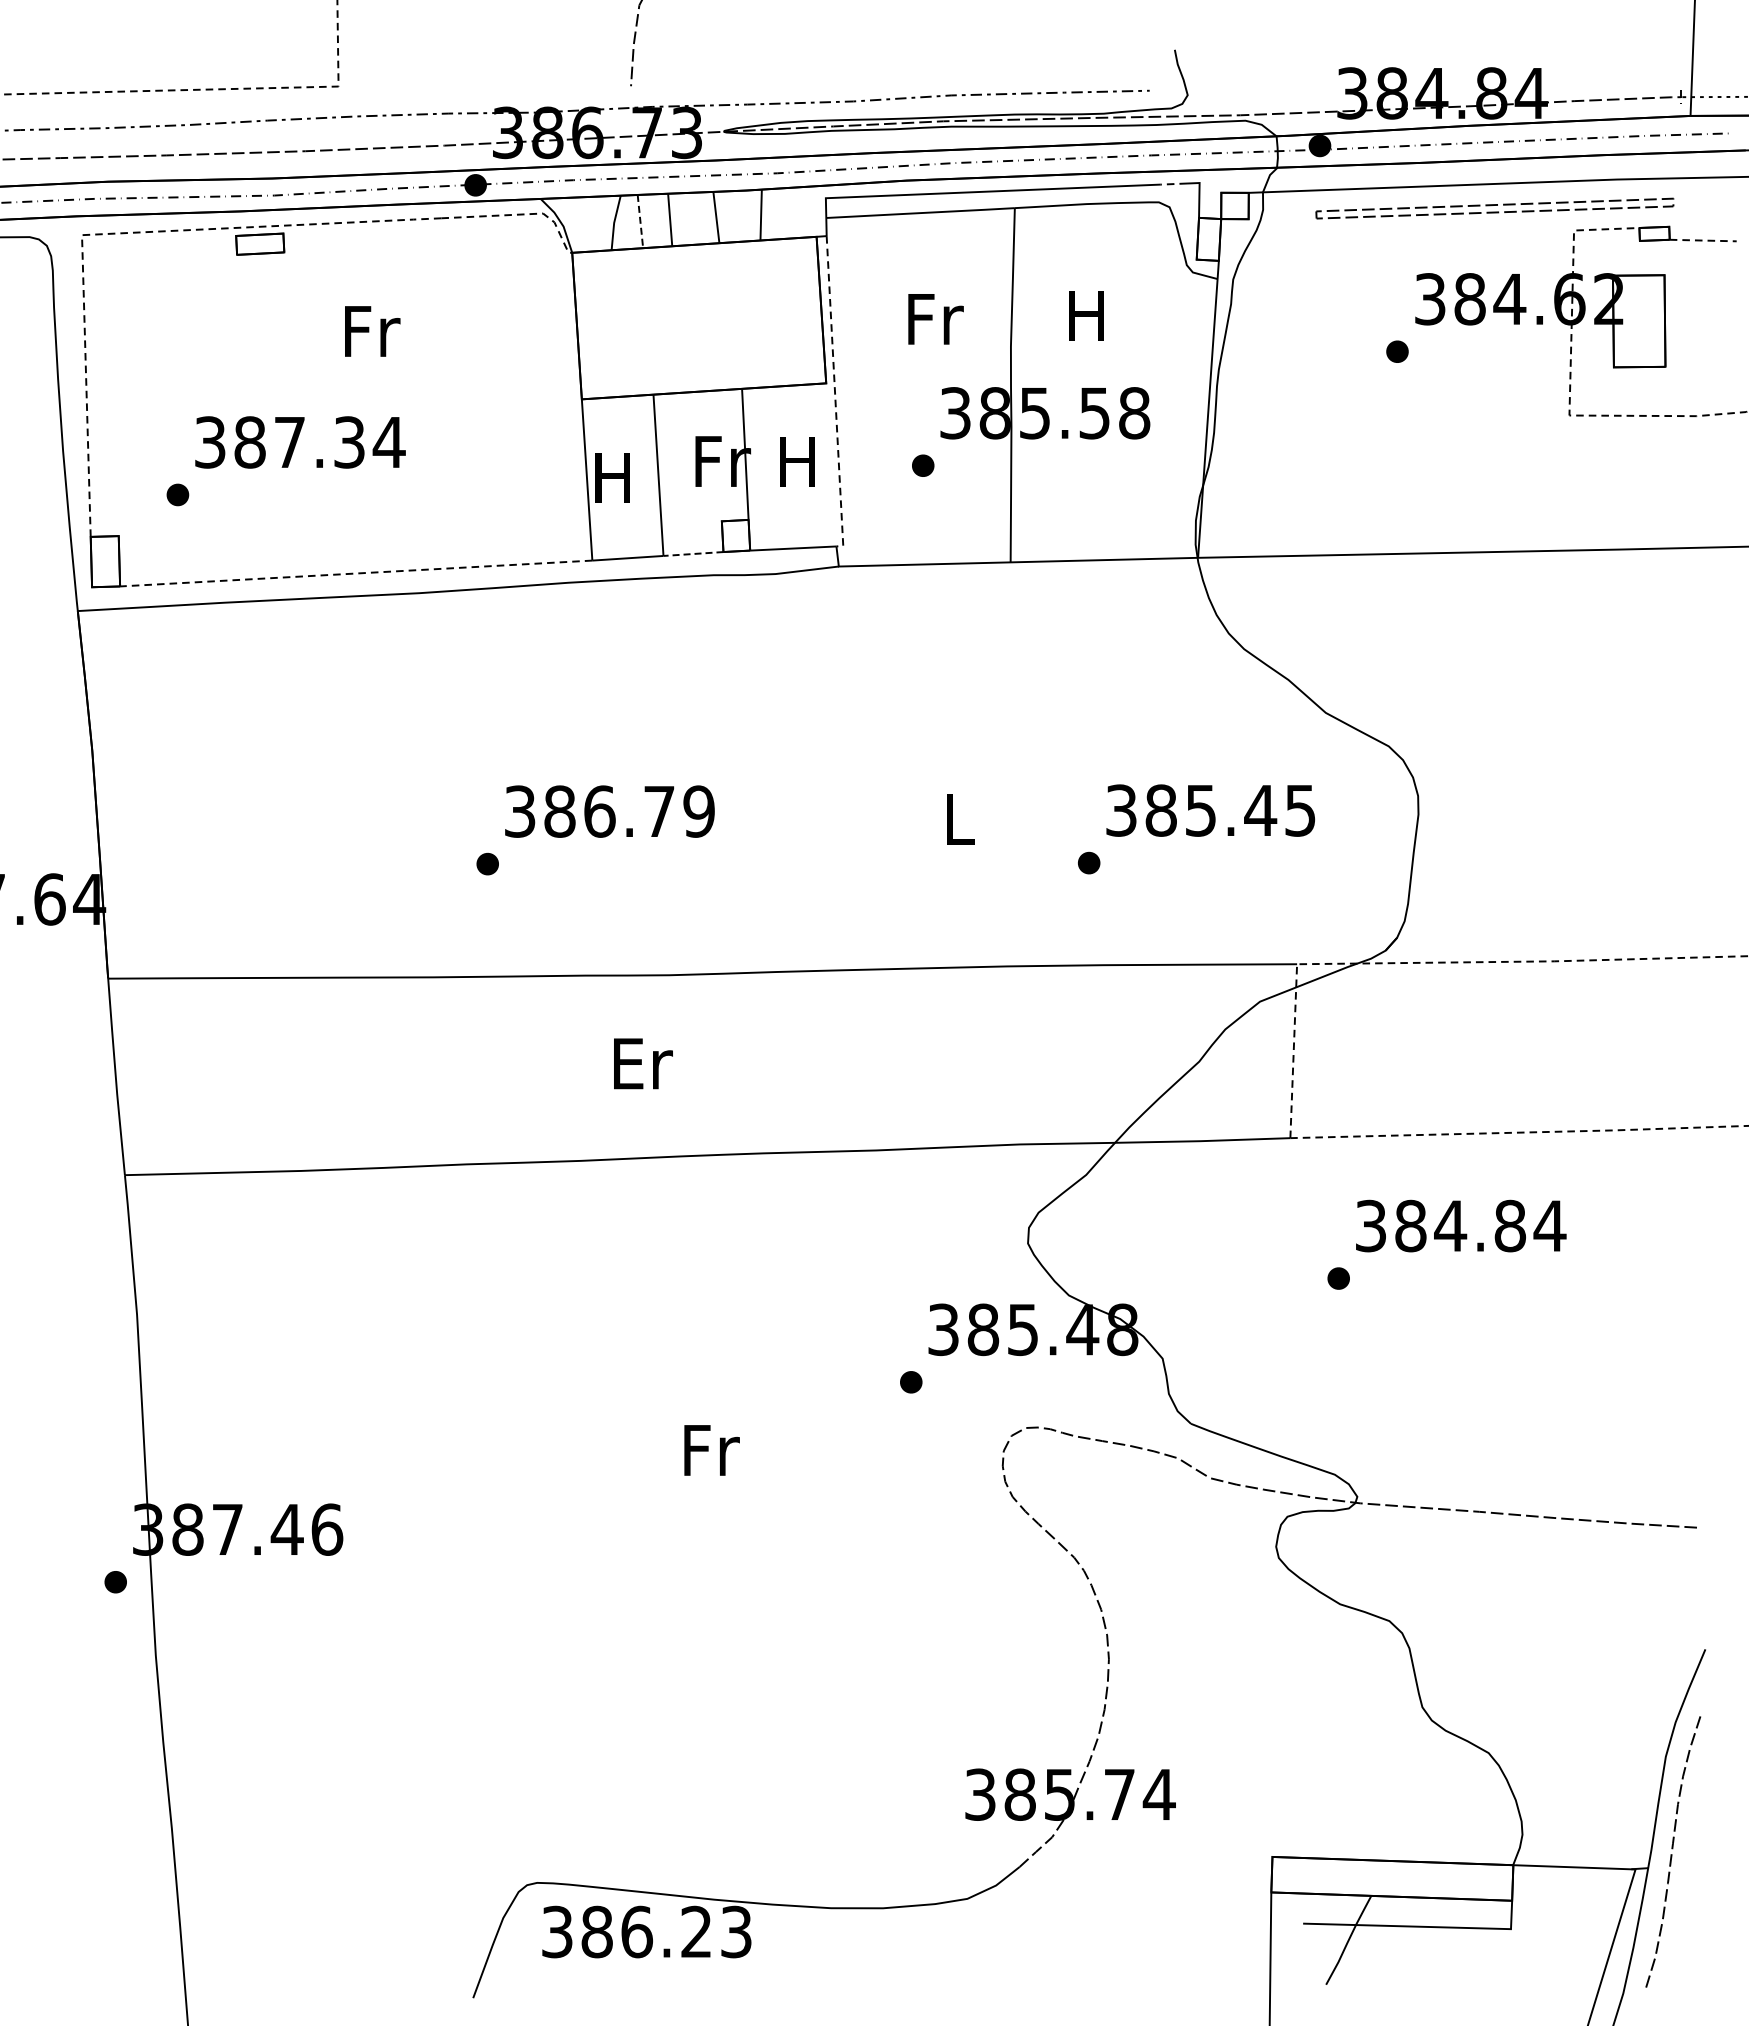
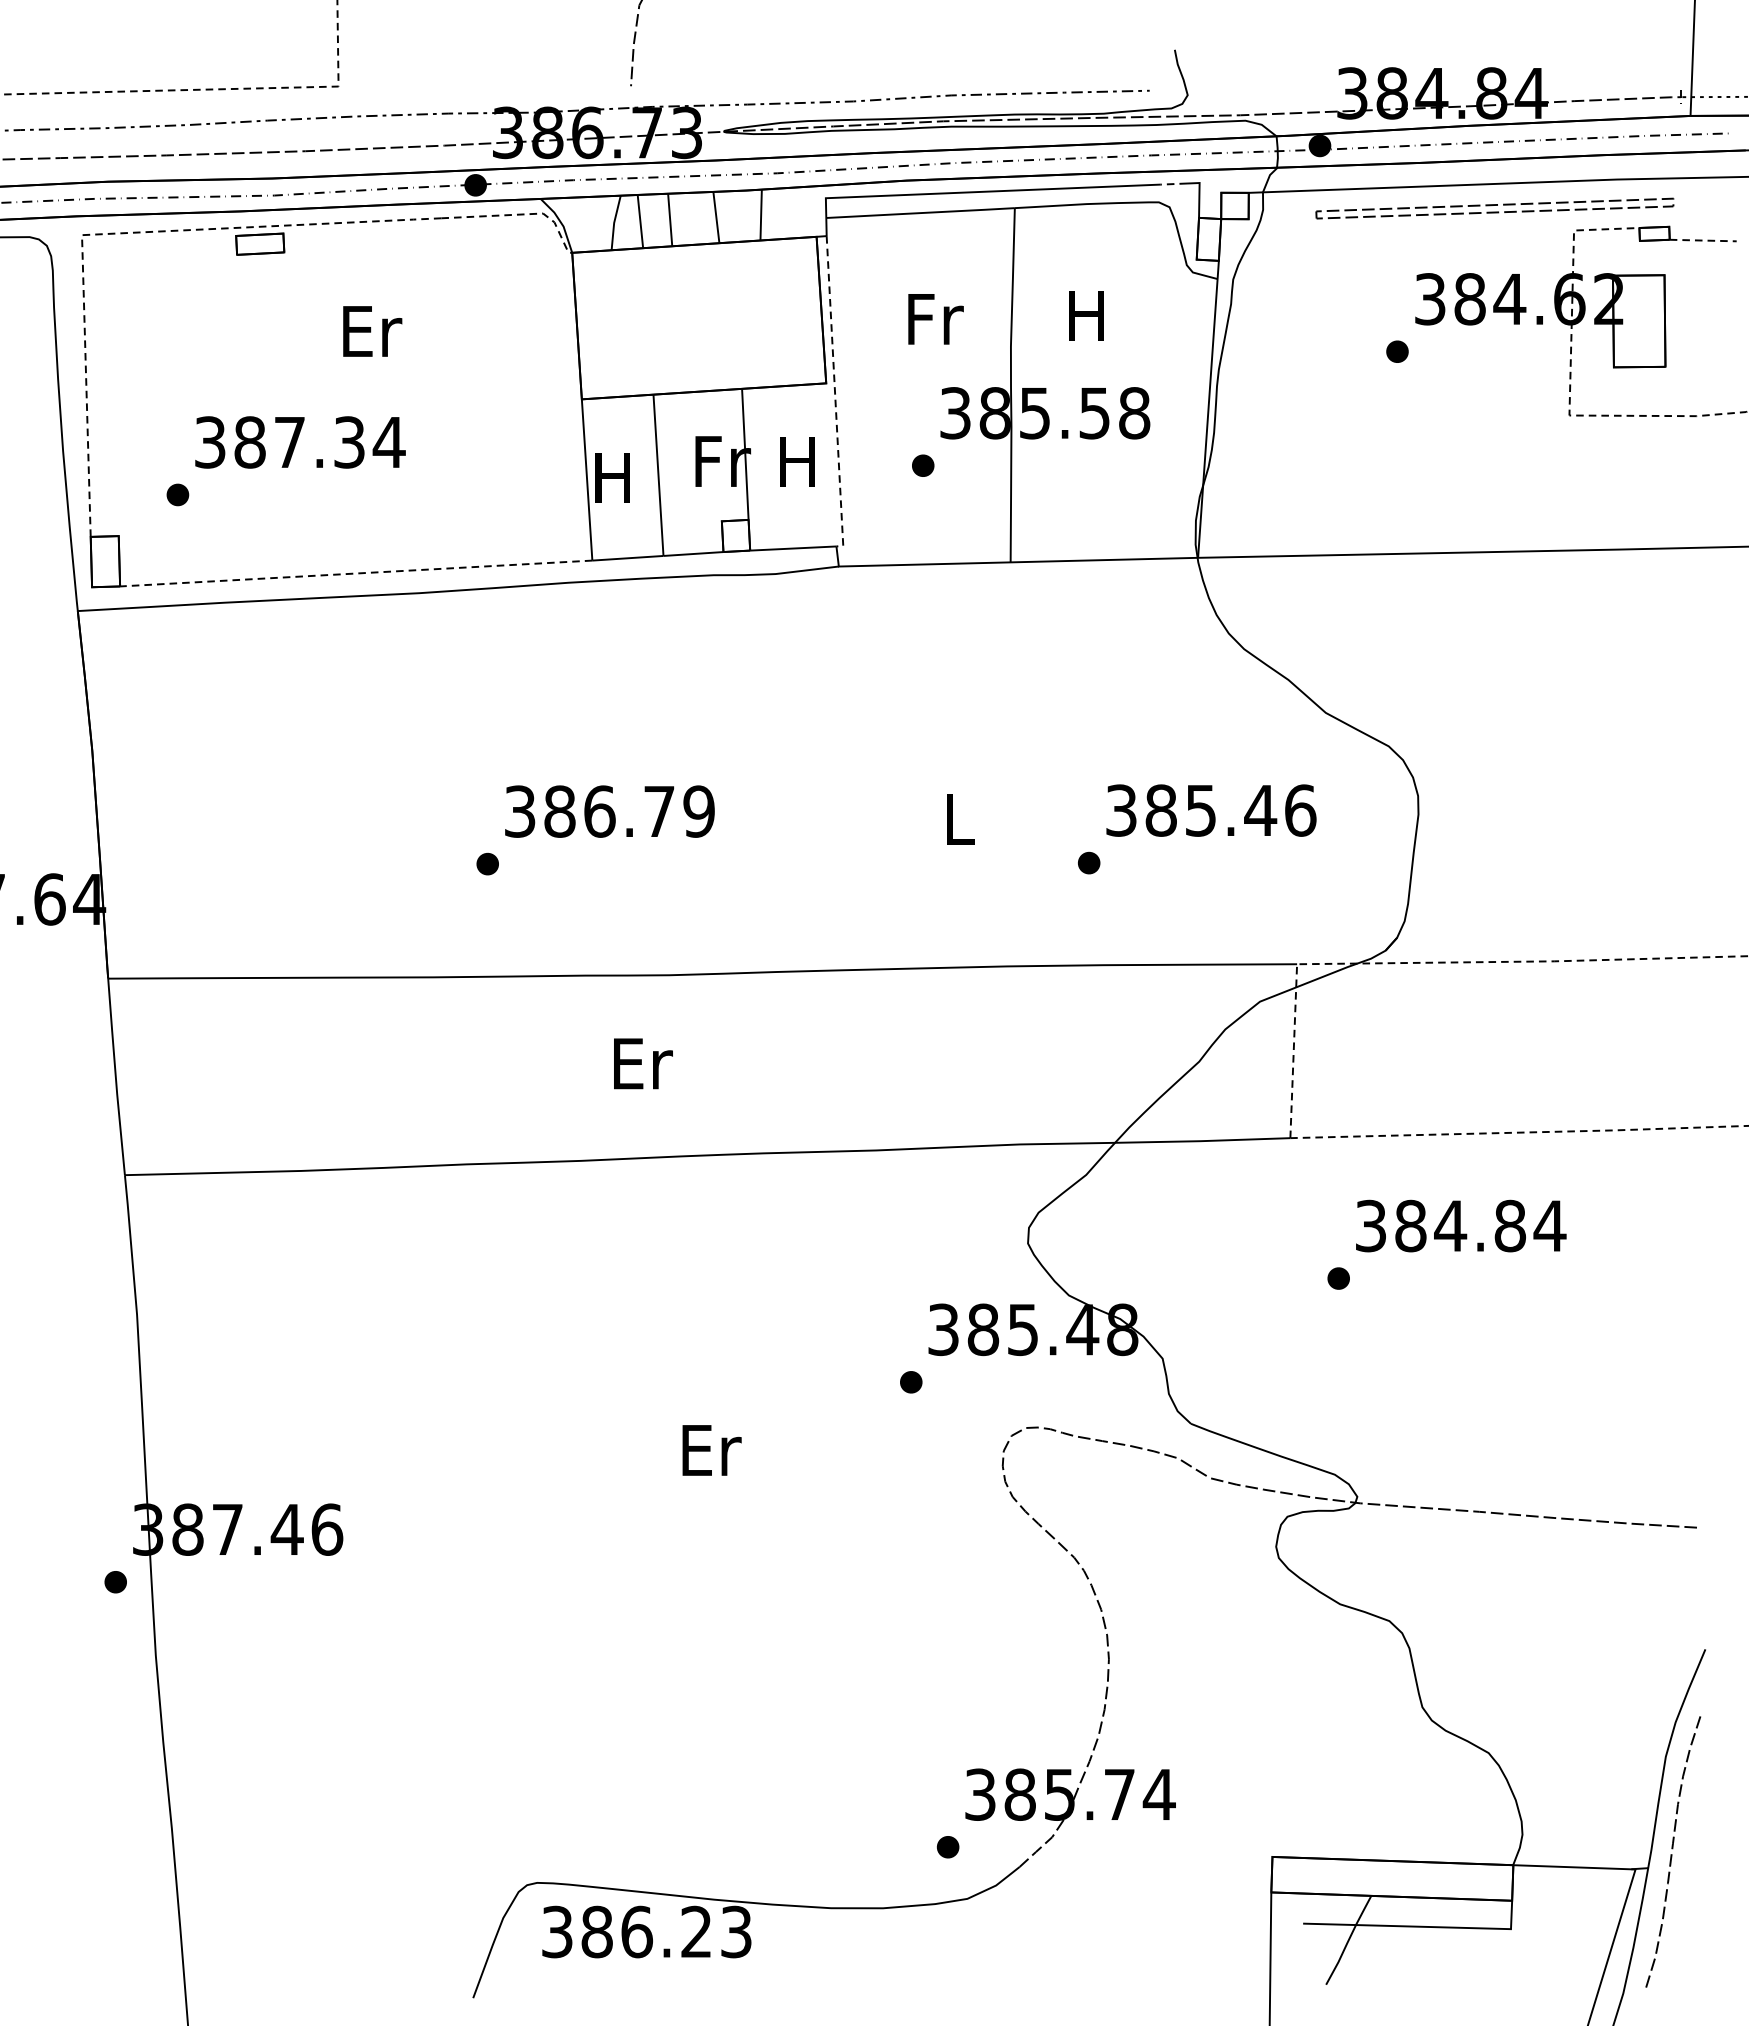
line at (640, 221): dashed -> solid
text at (372, 331): Fr -> Er
line at (692, 554): dashed -> solid
text at (1300, 810): 385.45 -> 385.46
text at (711, 1450): Fr -> Er
part at (947, 1847): none -> present
